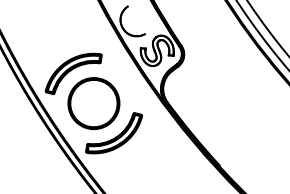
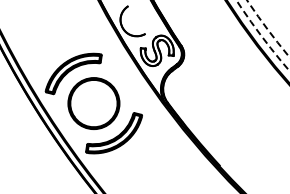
circle at (267, 28): solid -> dashed
circle at (262, 35): solid -> dashed
